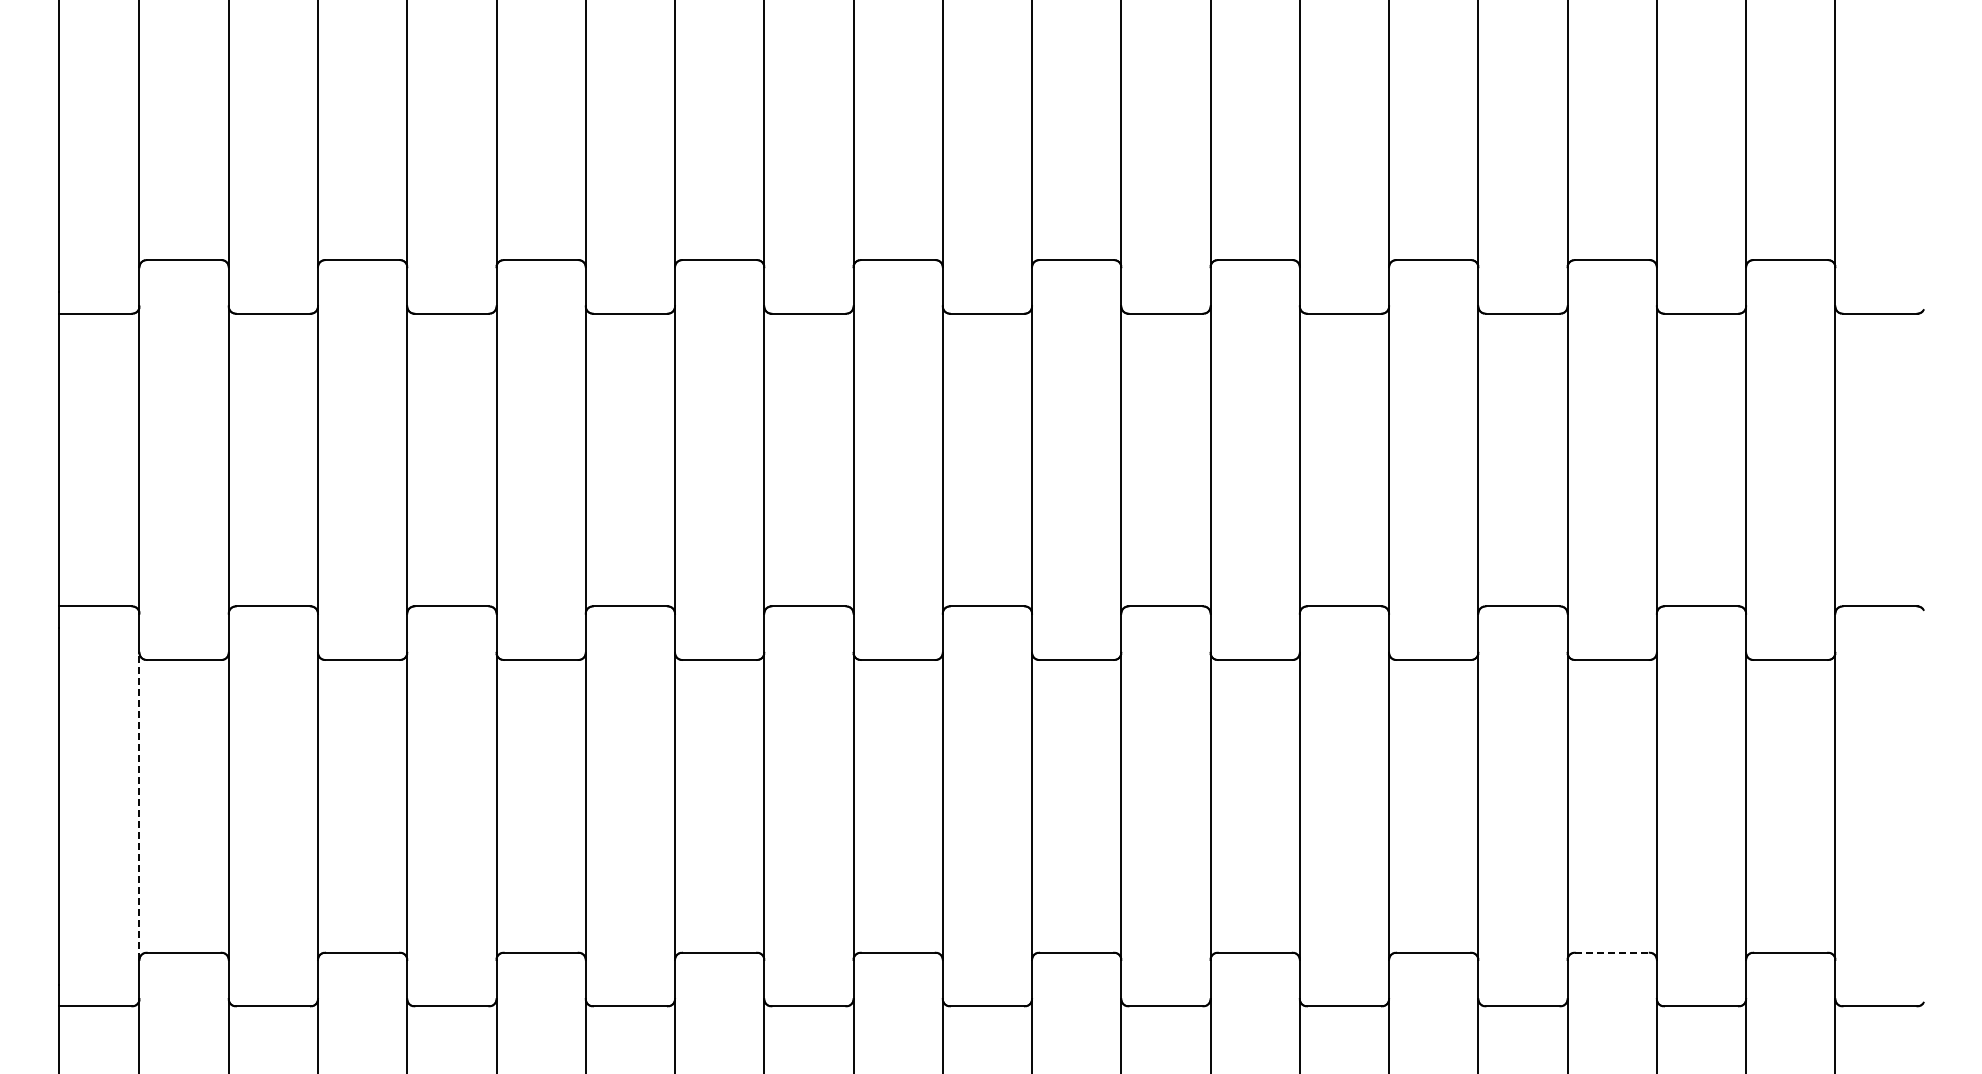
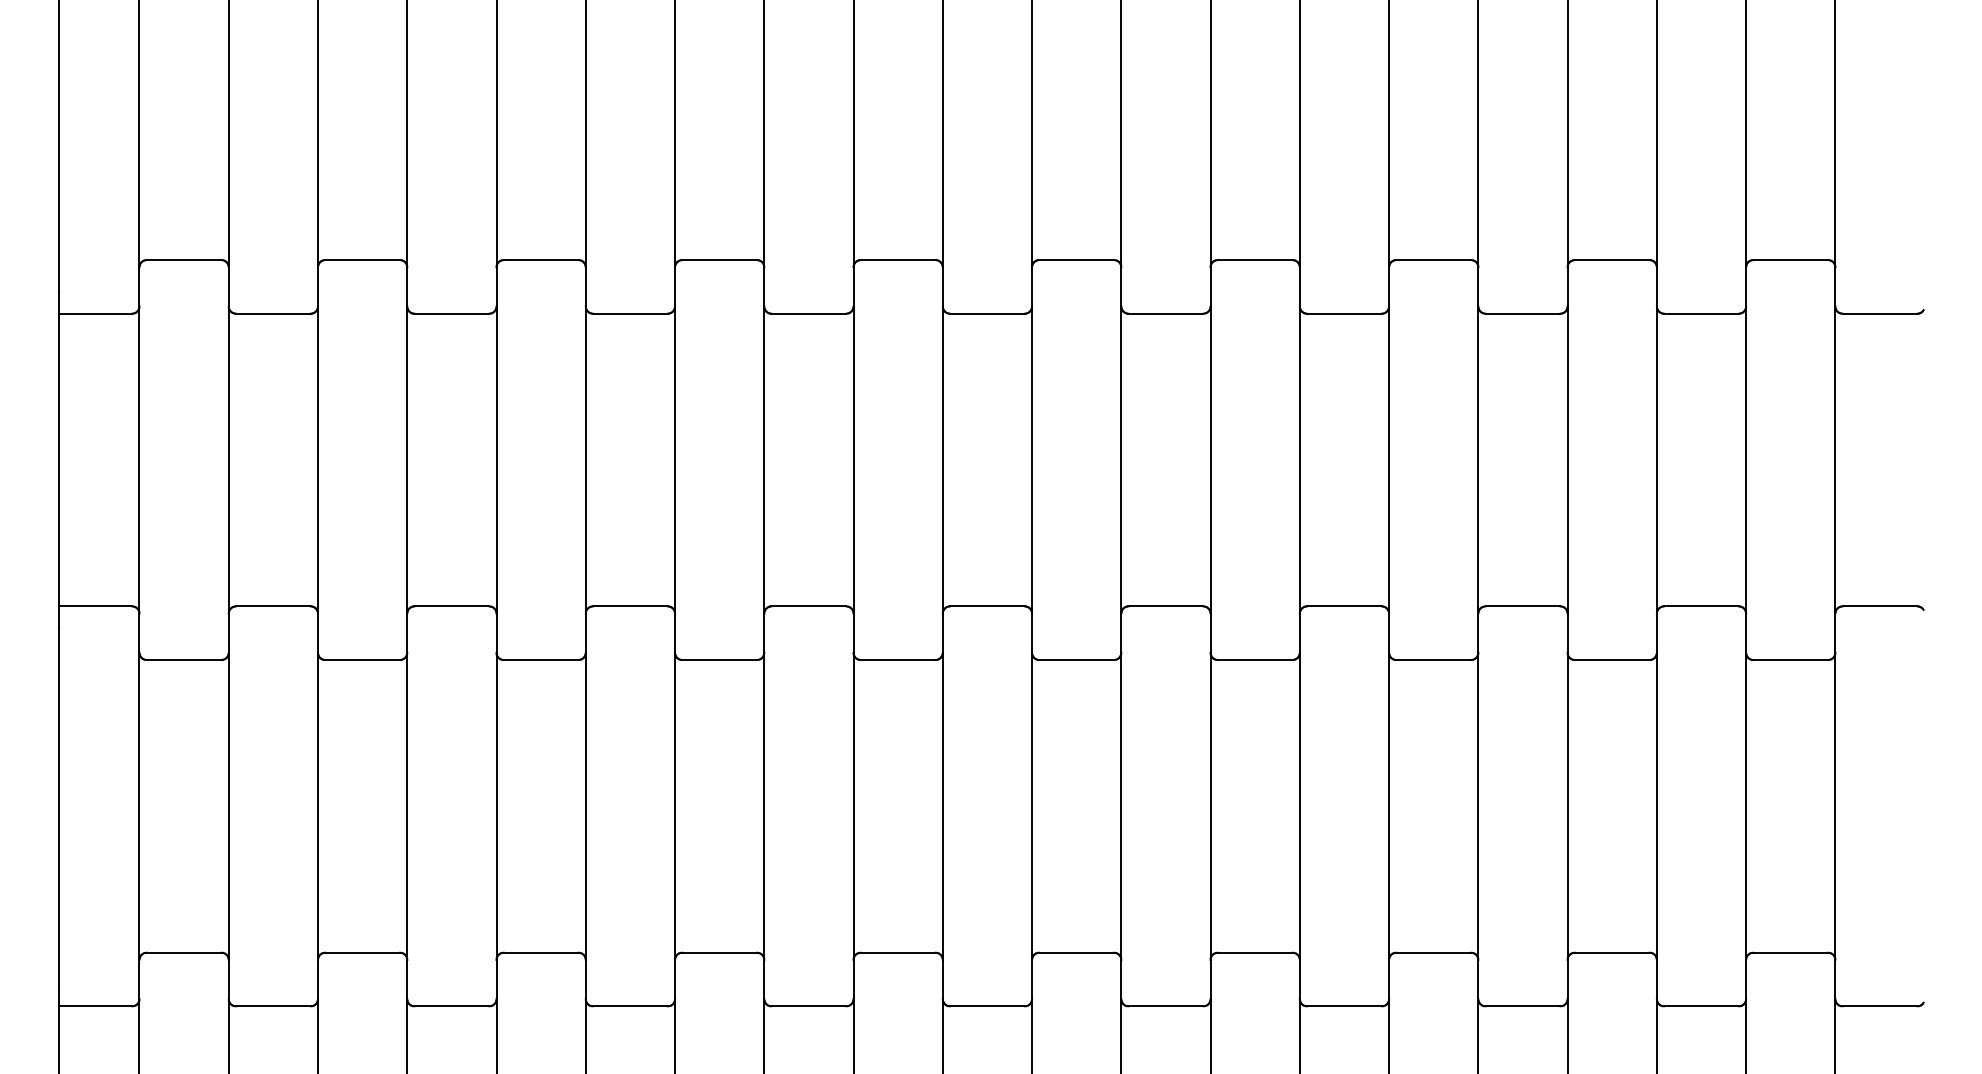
line at (139, 806): dashed -> solid
line at (1612, 952): dashed -> solid
